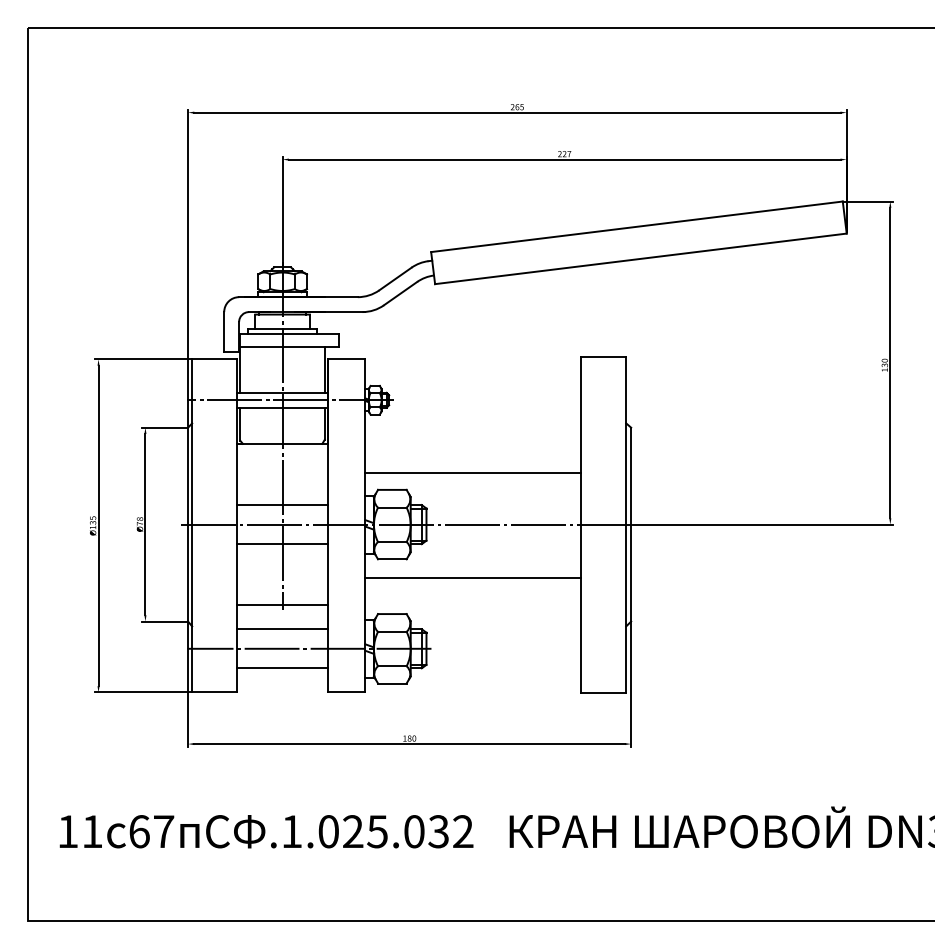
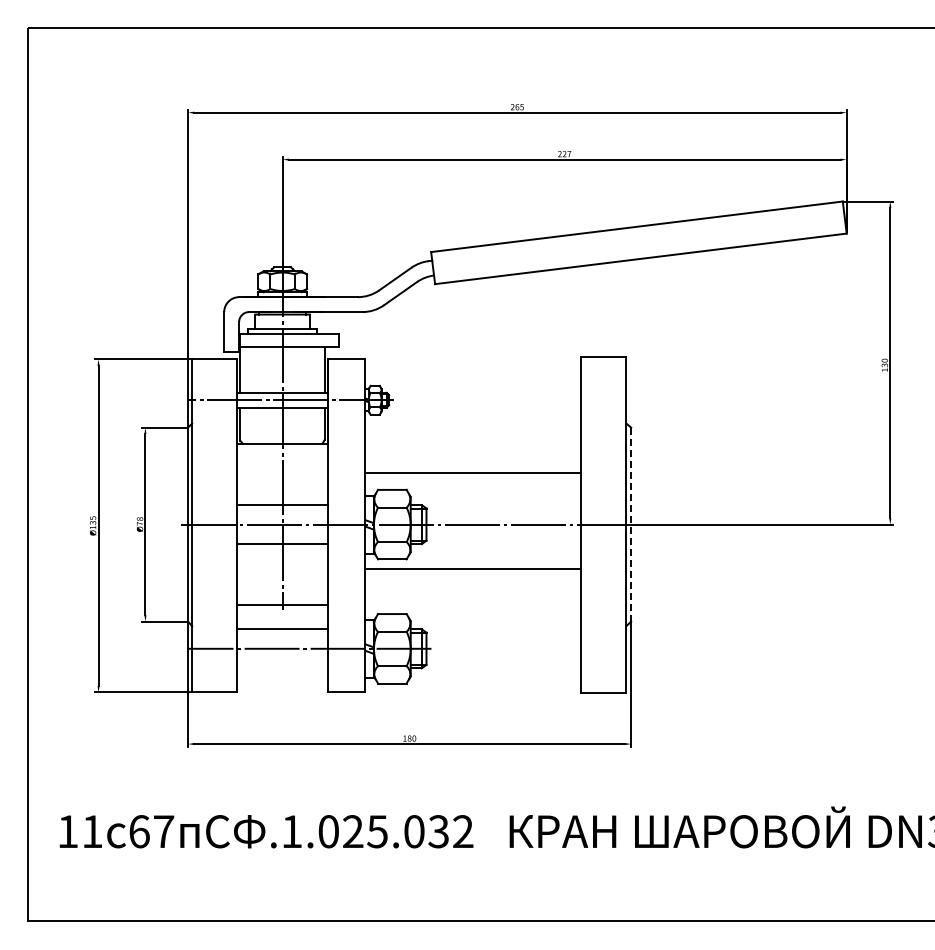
line at (631, 524): solid -> dashed
line at (473, 577) position: (473, 577) -> (473, 568)
line at (282, 668): present -> none
